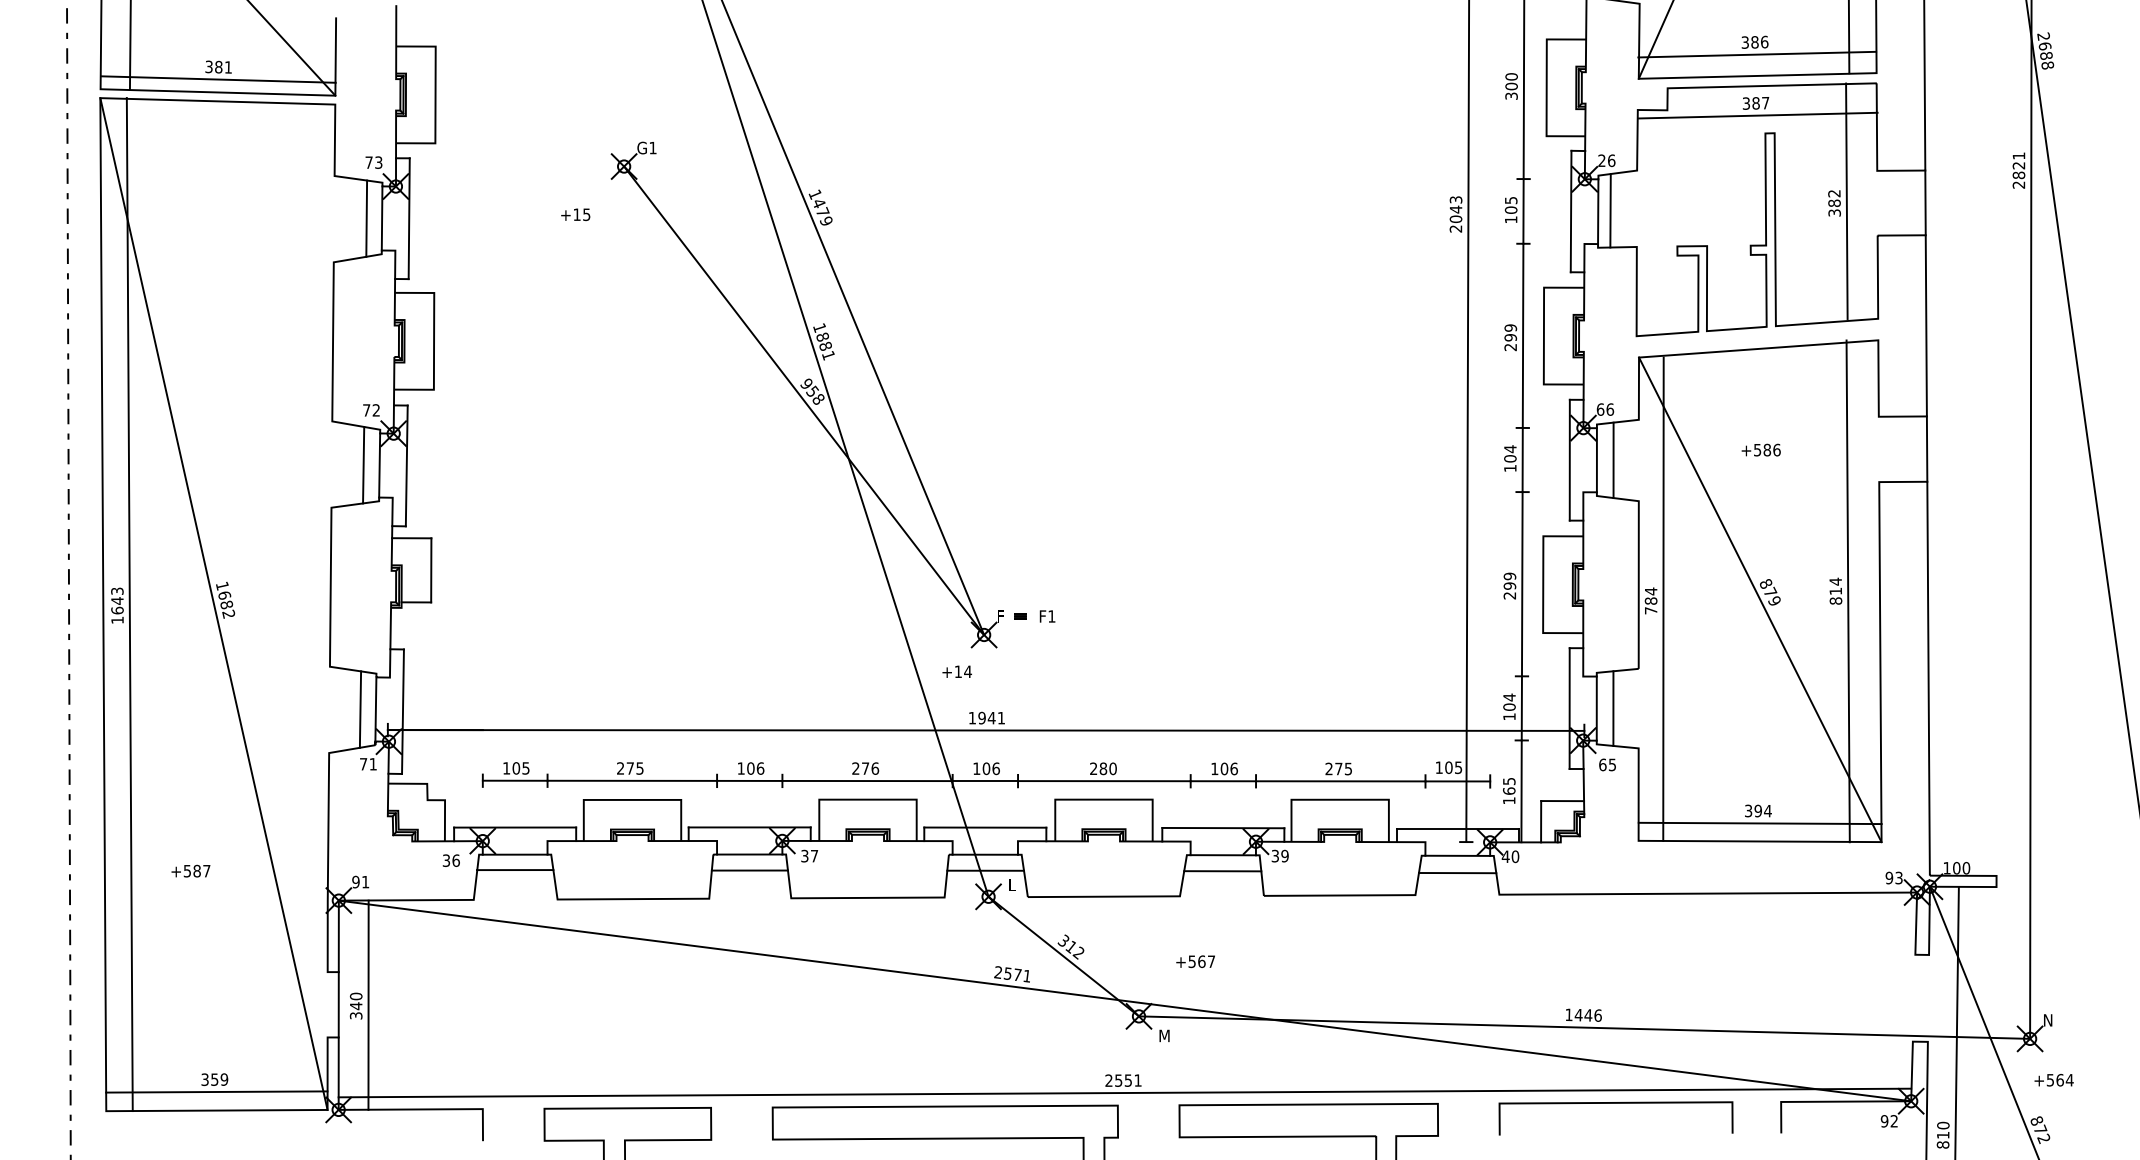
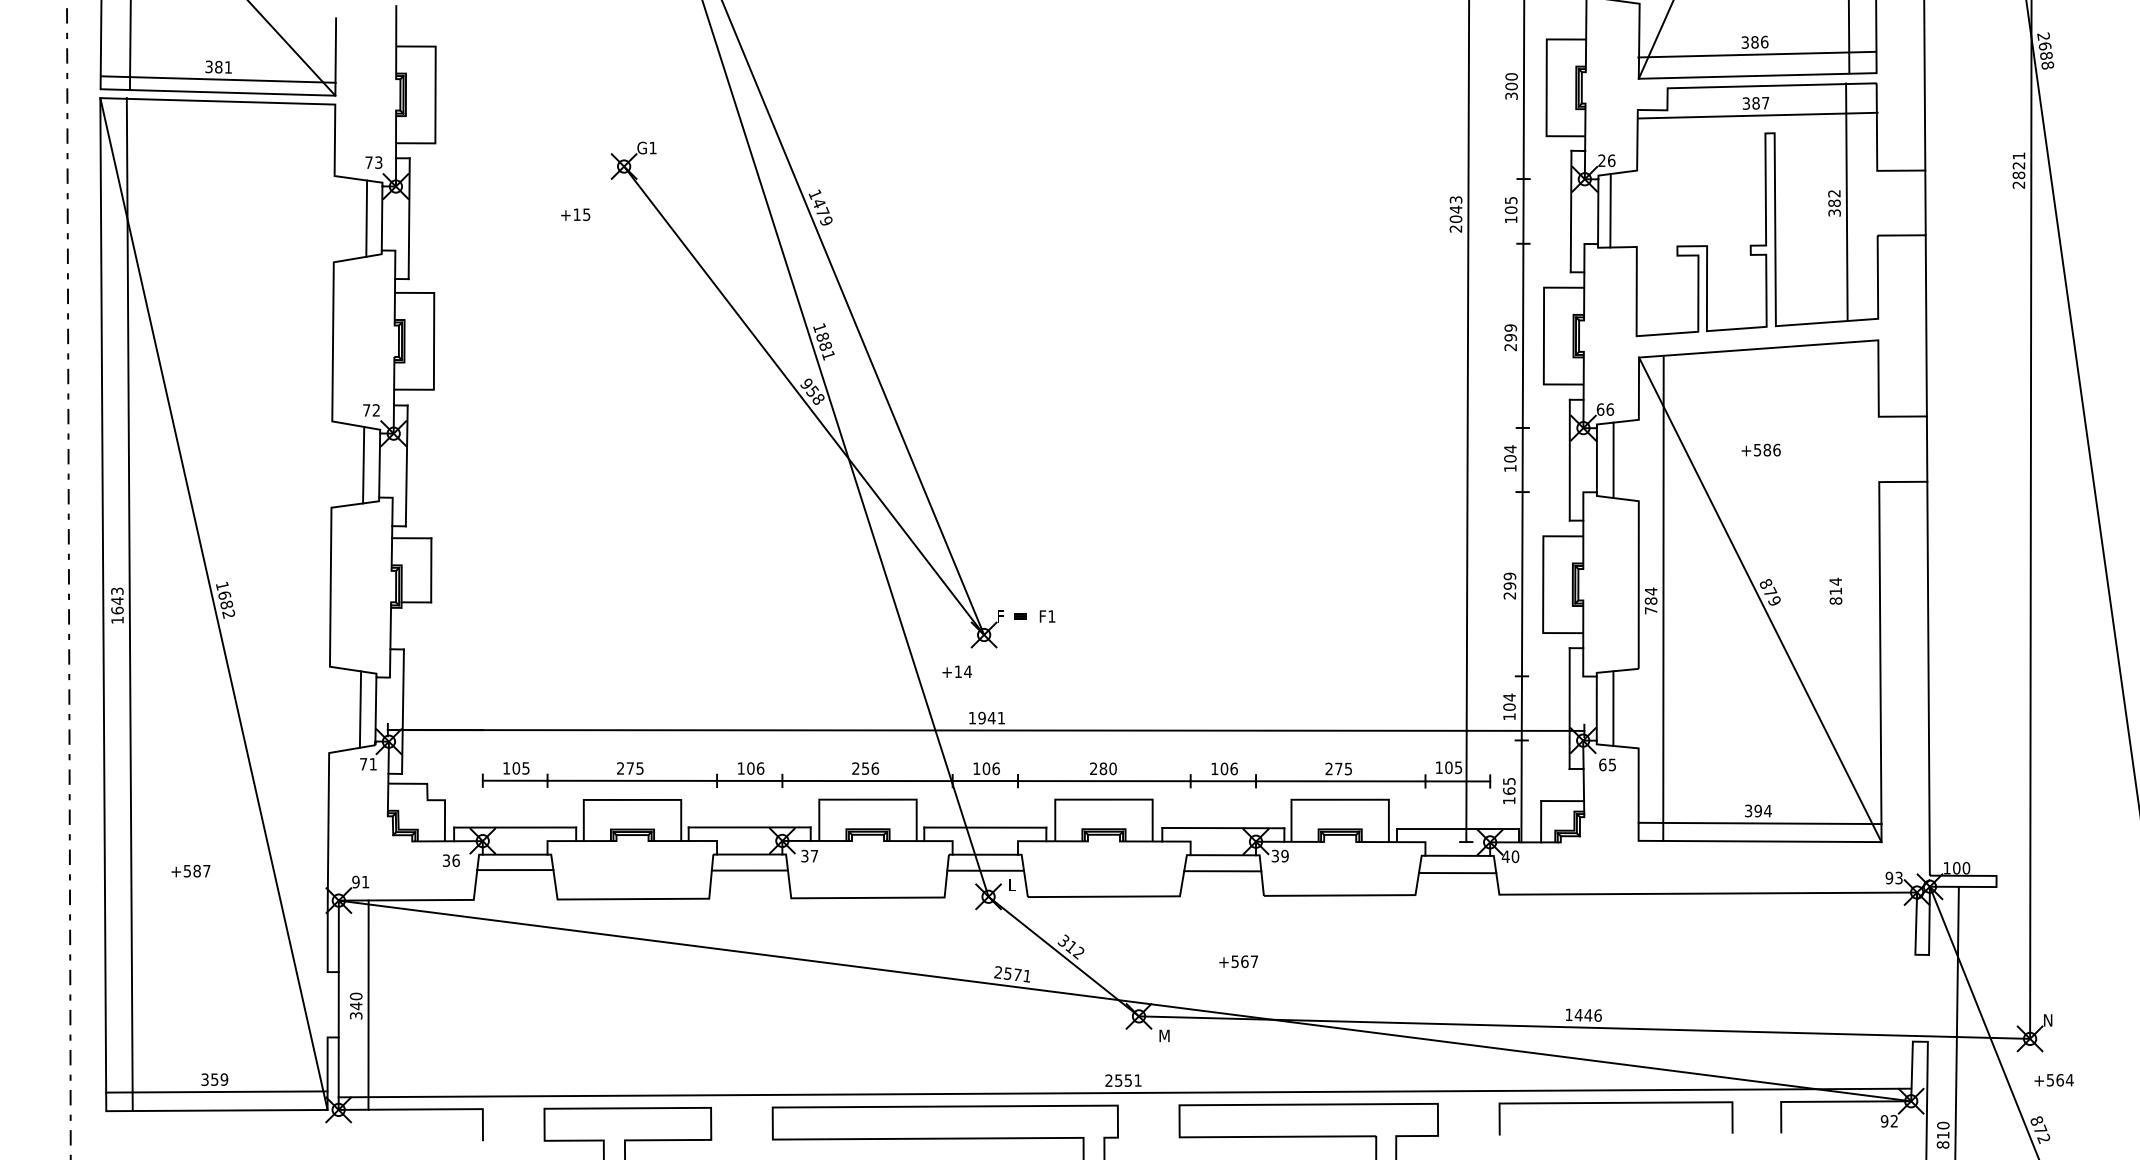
line at (1847, 591): present -> none
text at (865, 768): 276 -> 256
text at (1195, 961) position: (1195, 961) -> (1238, 961)
